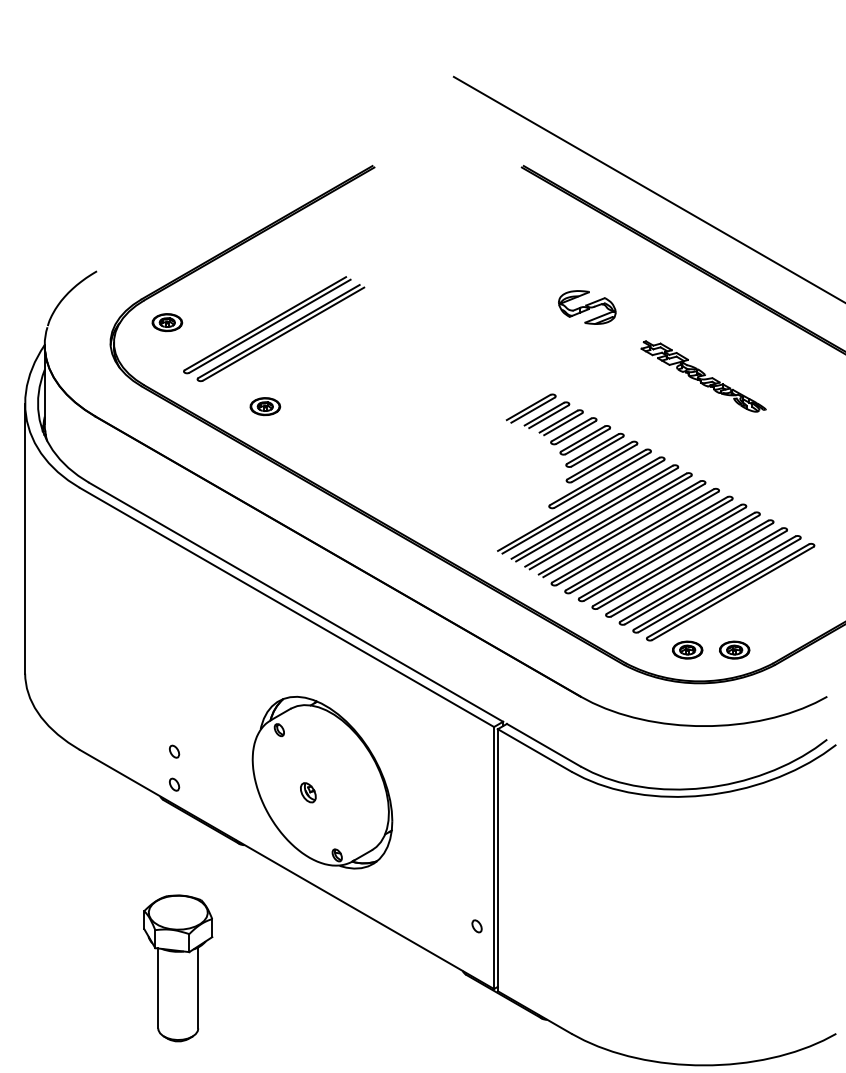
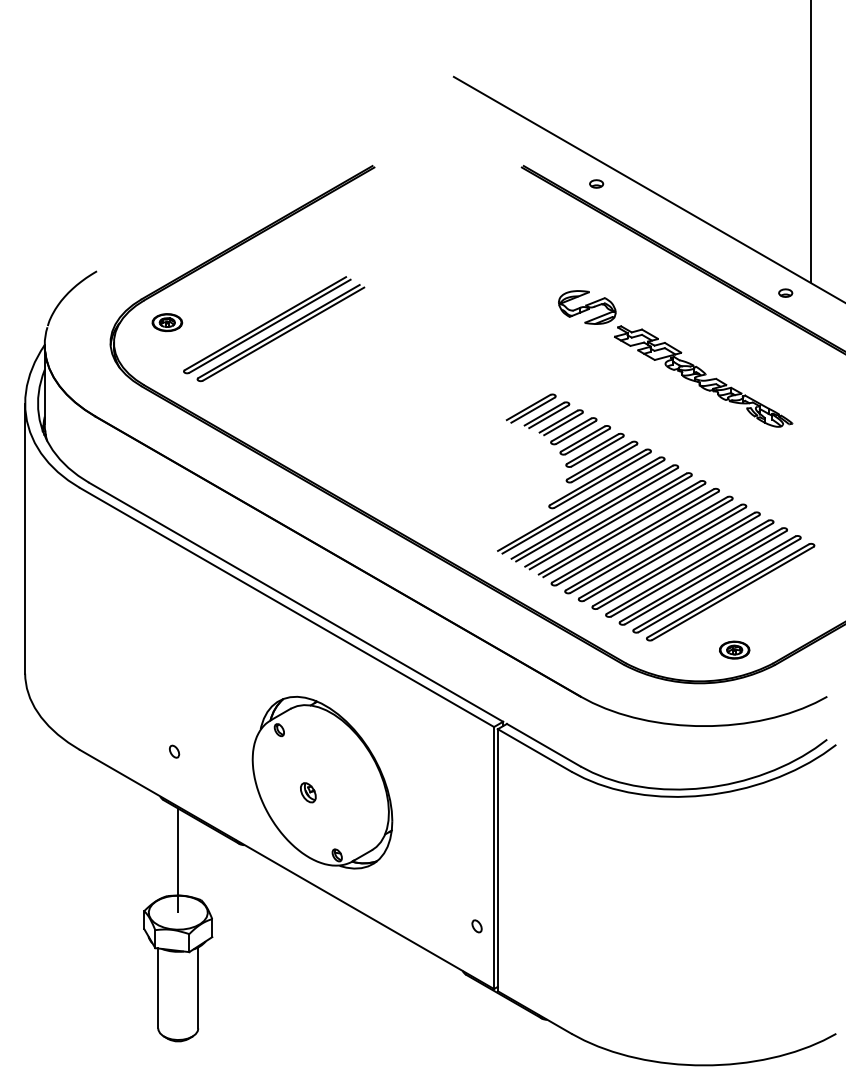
line at (811, 142): none -> present
part at (596, 183): none -> present
part at (785, 292): none -> present
part at (703, 376) size: 127x73 px -> 180x103 px
part at (265, 406): present -> none
part at (687, 649): present -> none
part at (174, 784): present -> none
line at (178, 860): none -> present
